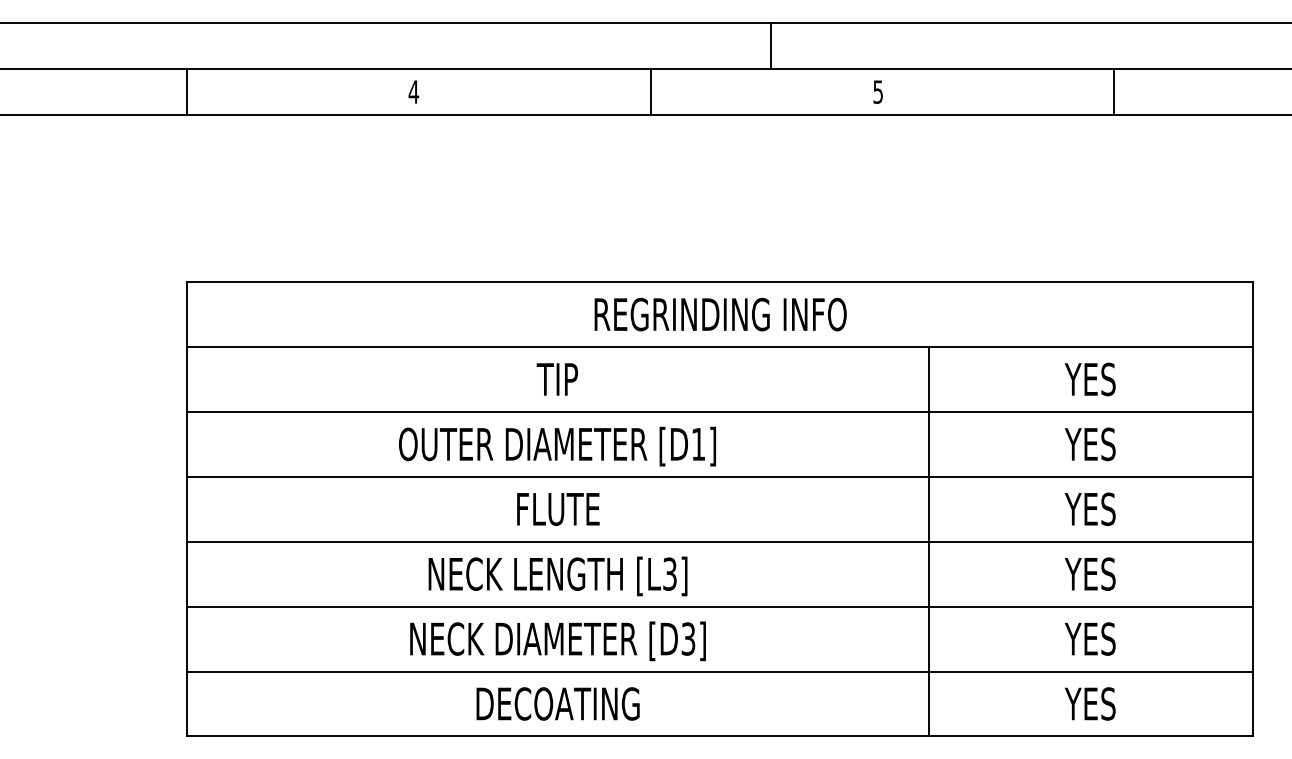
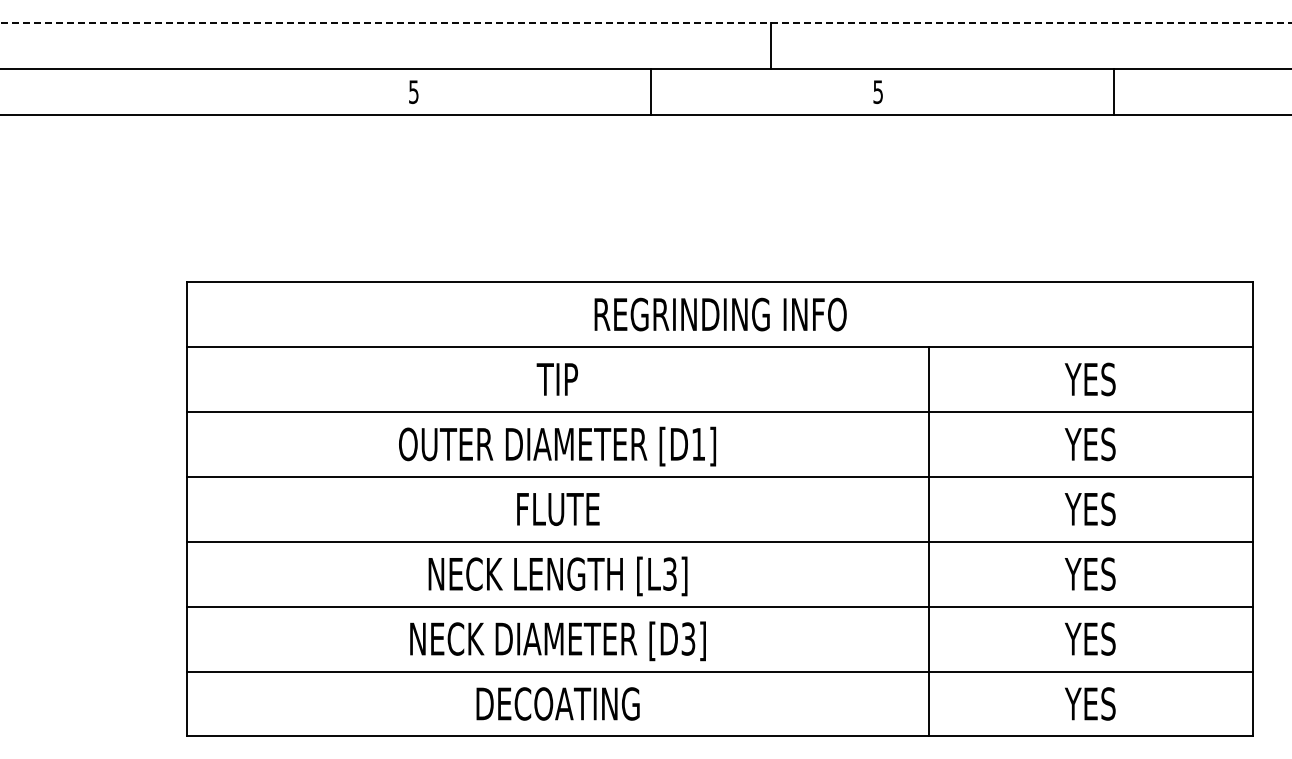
line at (646, 22): solid -> dashed
line at (187, 91): present -> none
text at (413, 92): 4 -> 5
